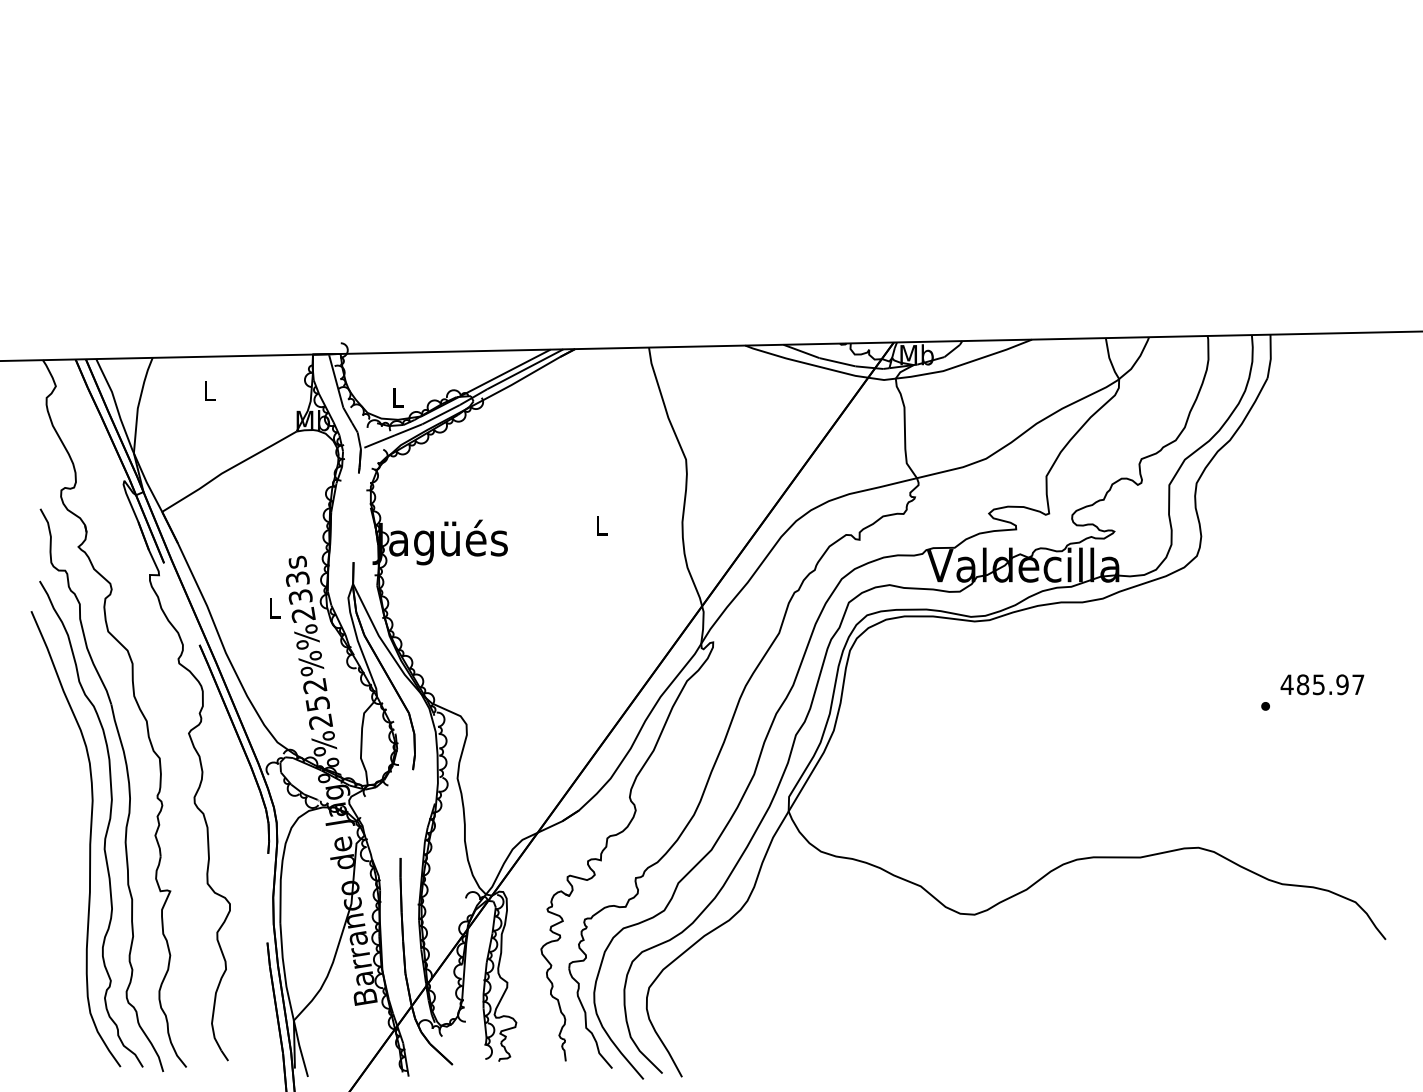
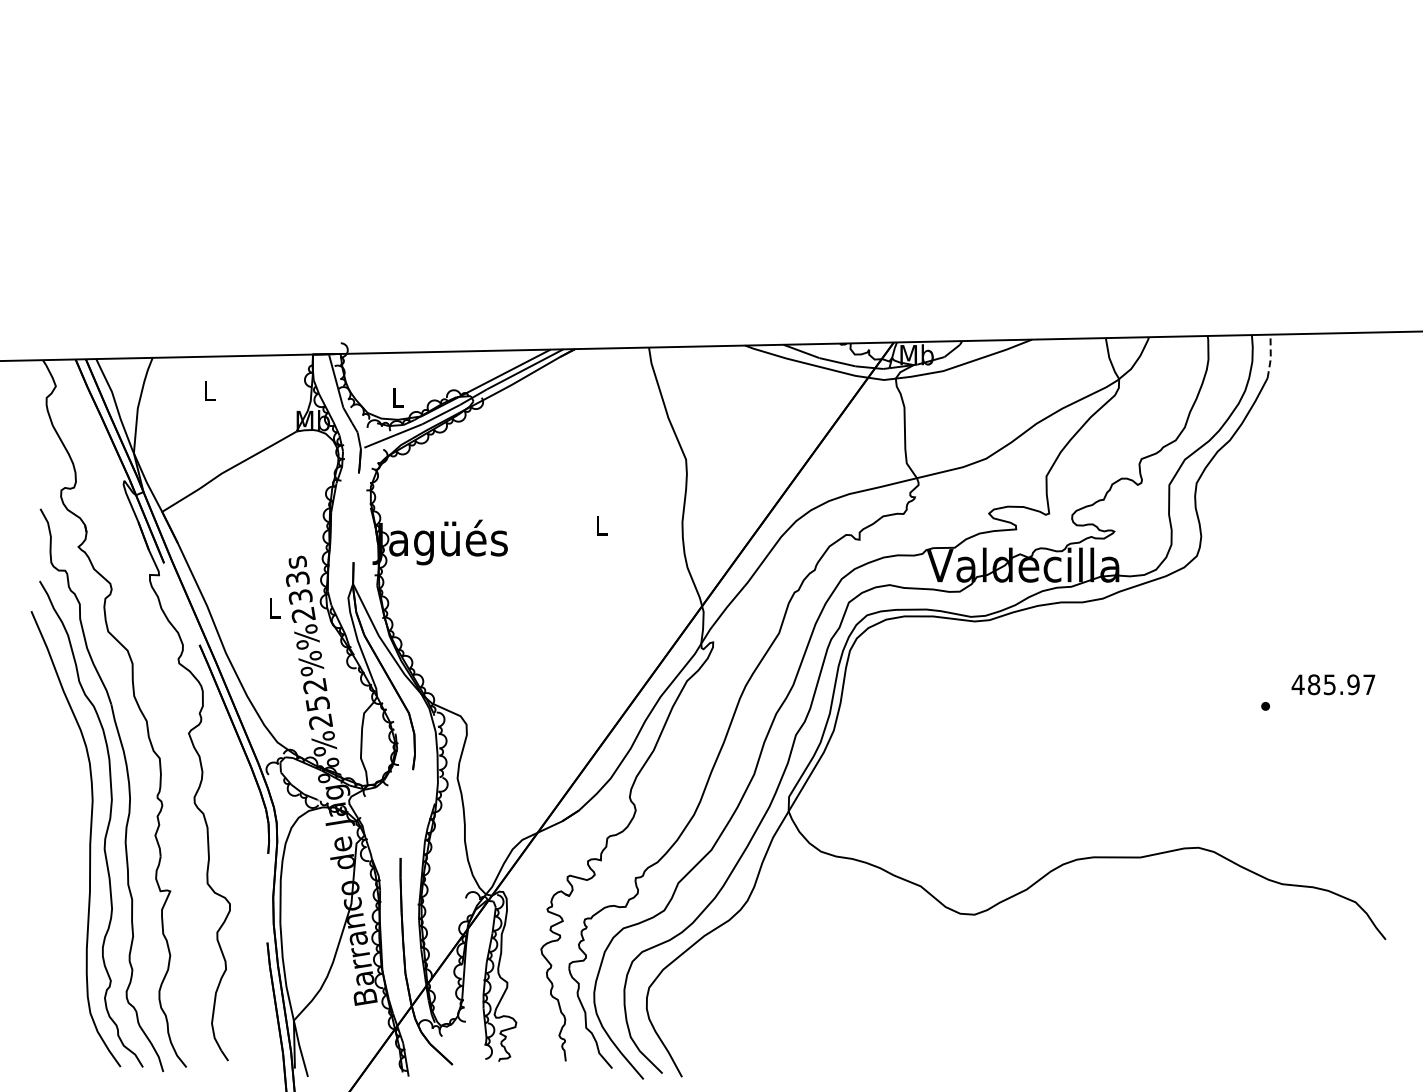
line at (1270, 357): solid -> dashed
text at (1322, 684) position: (1322, 684) -> (1333, 684)
